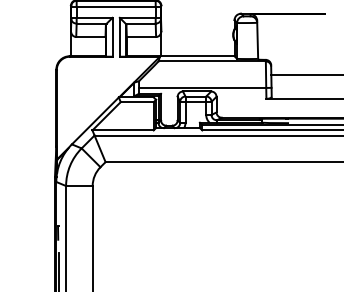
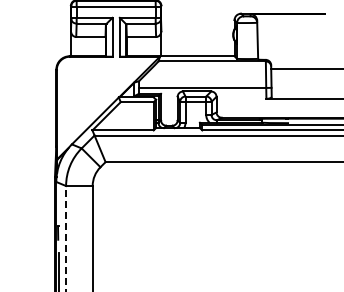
line at (305, 74) position: (305, 74) -> (305, 68)
line at (66, 238): solid -> dashed
